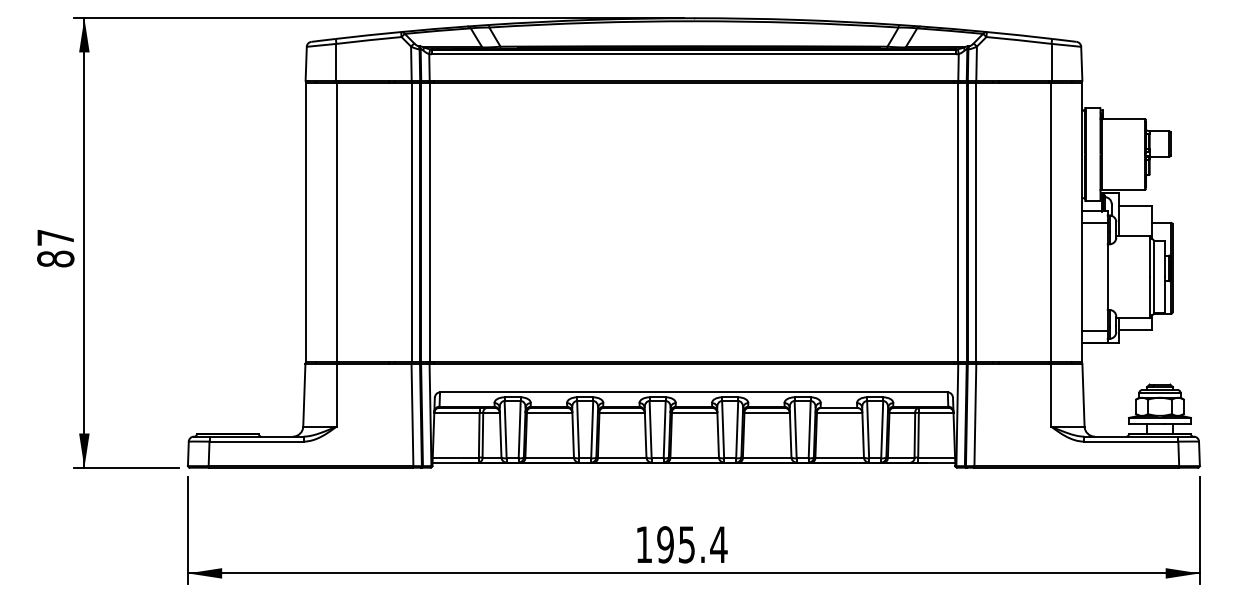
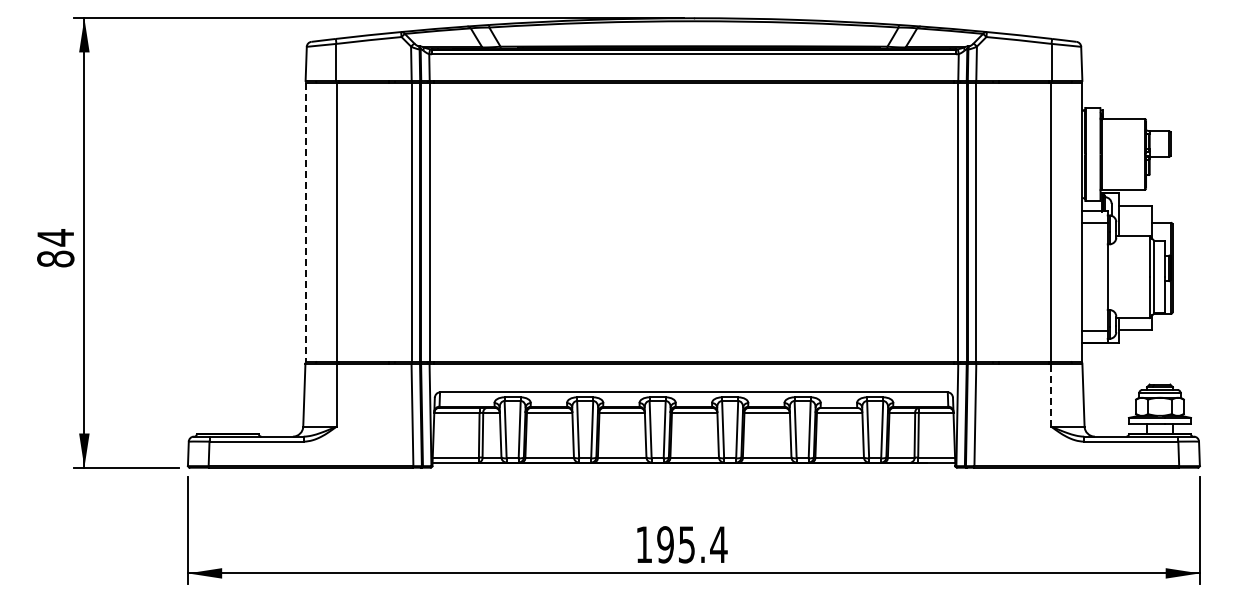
line at (305, 222): solid -> dashed
text at (55, 237): 87 -> 84
line at (1051, 395): solid -> dashed
